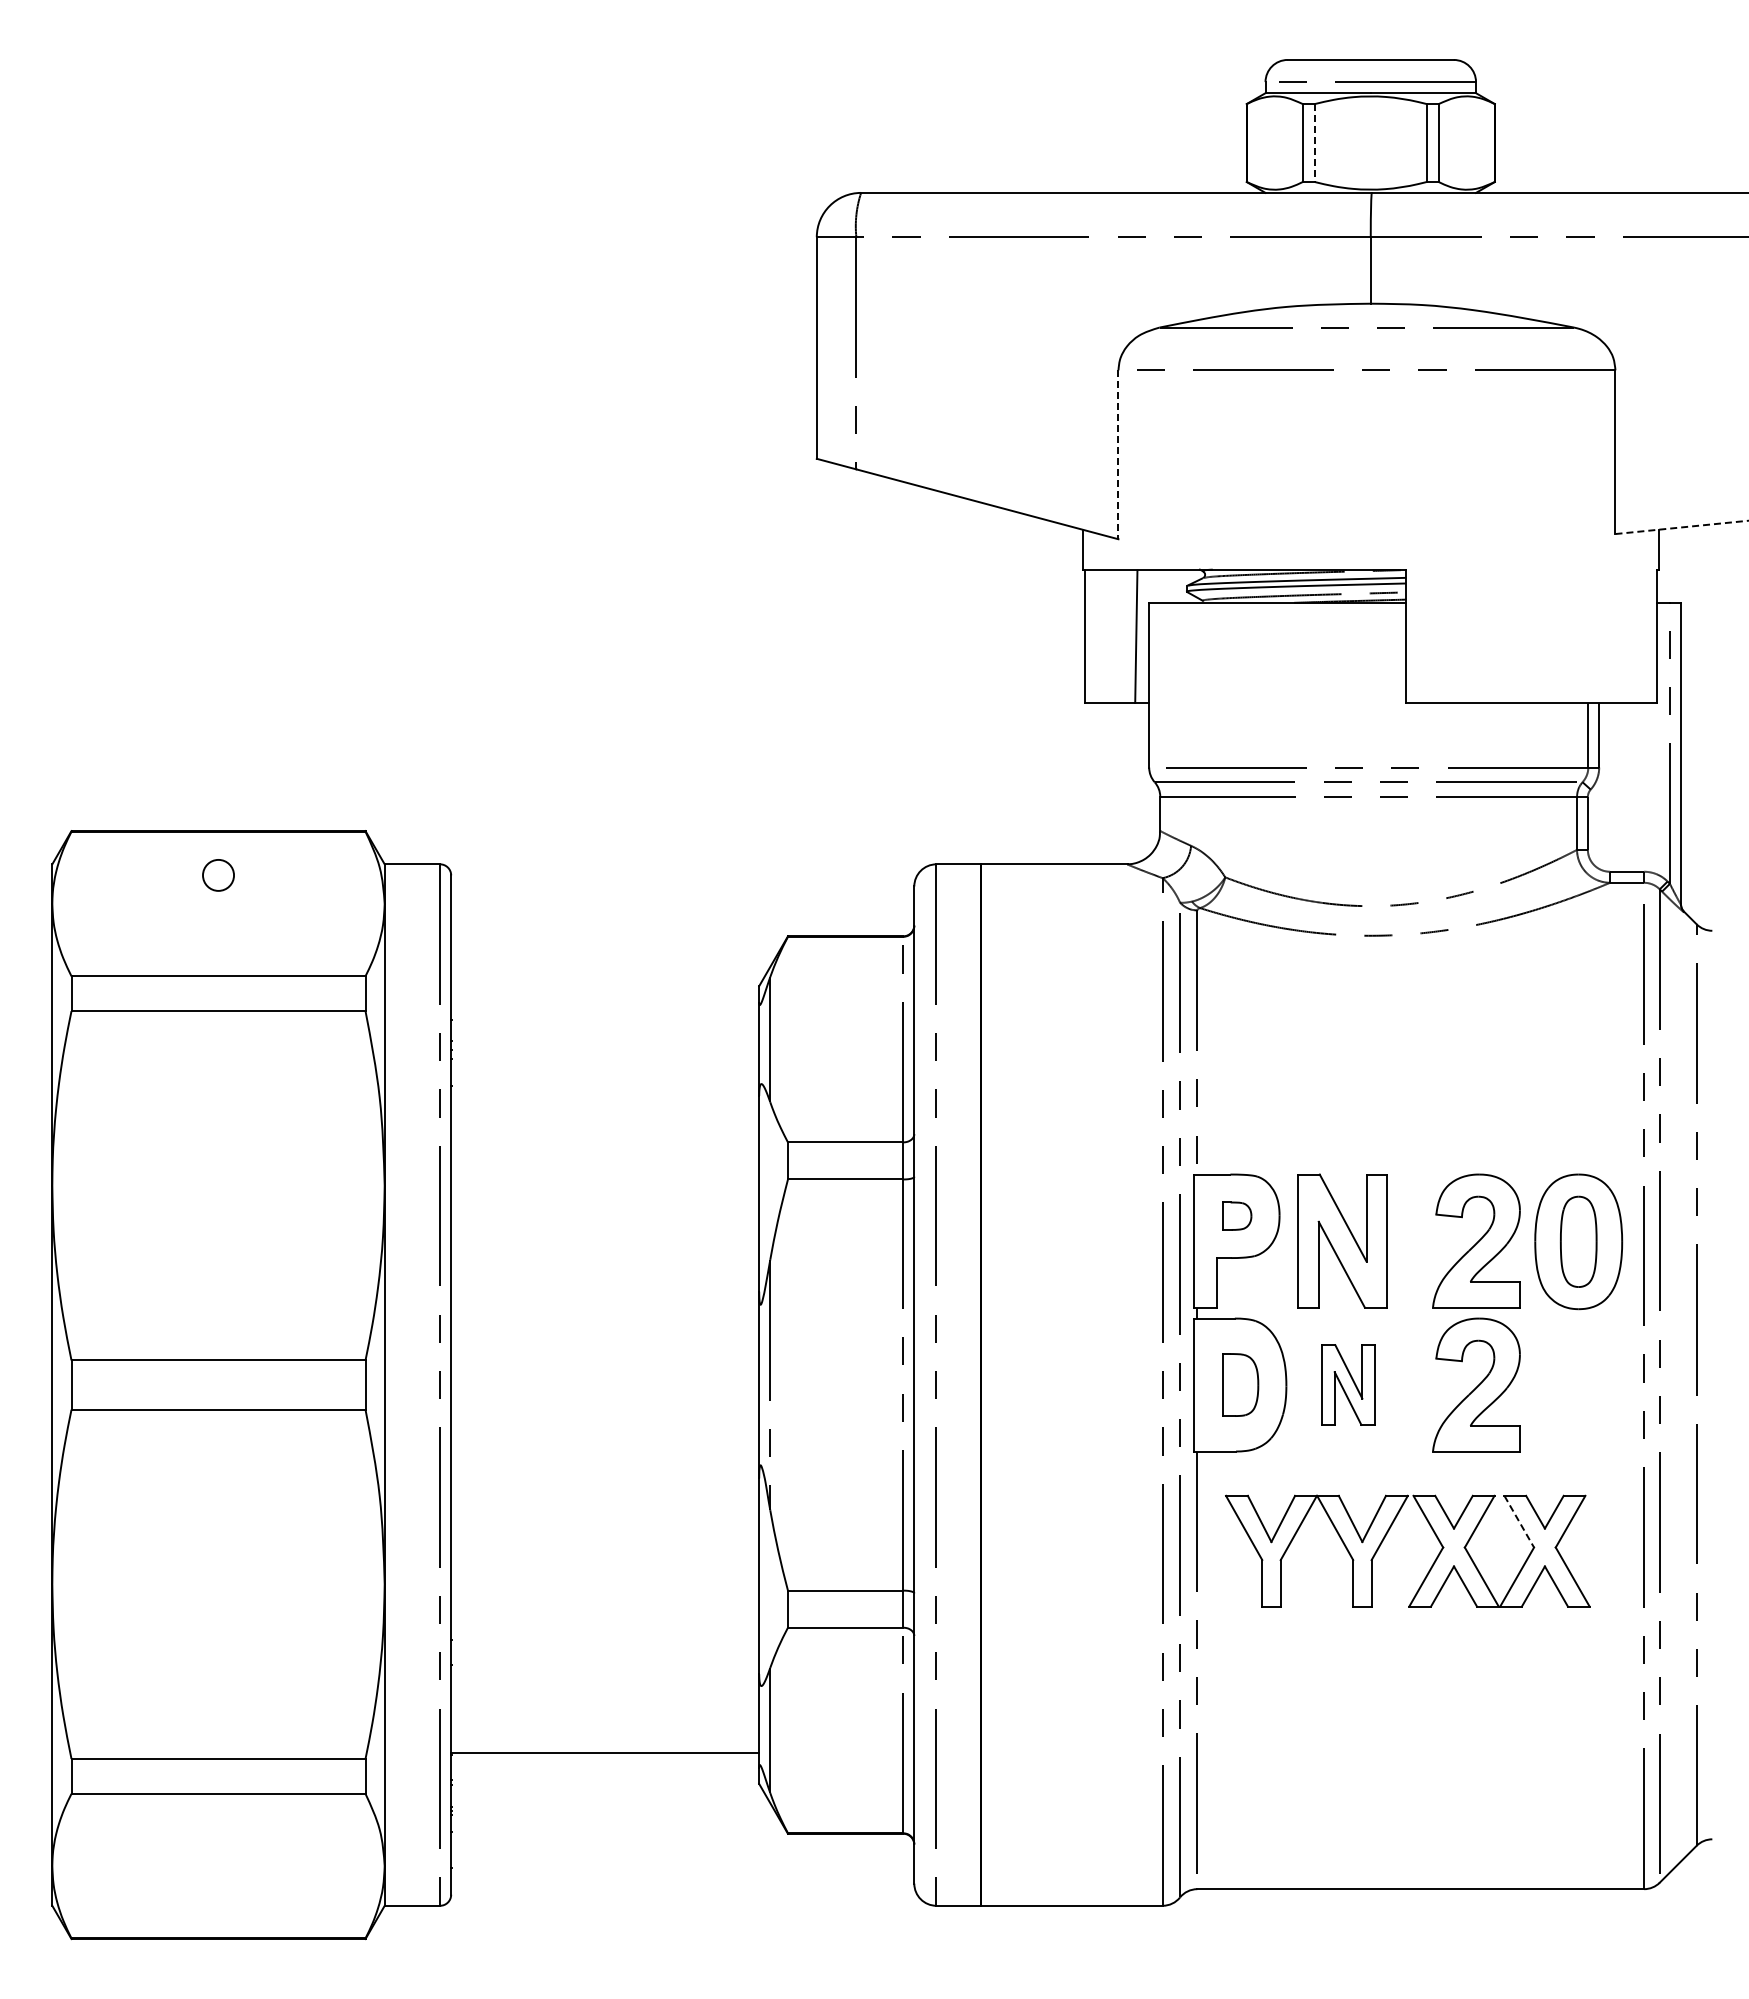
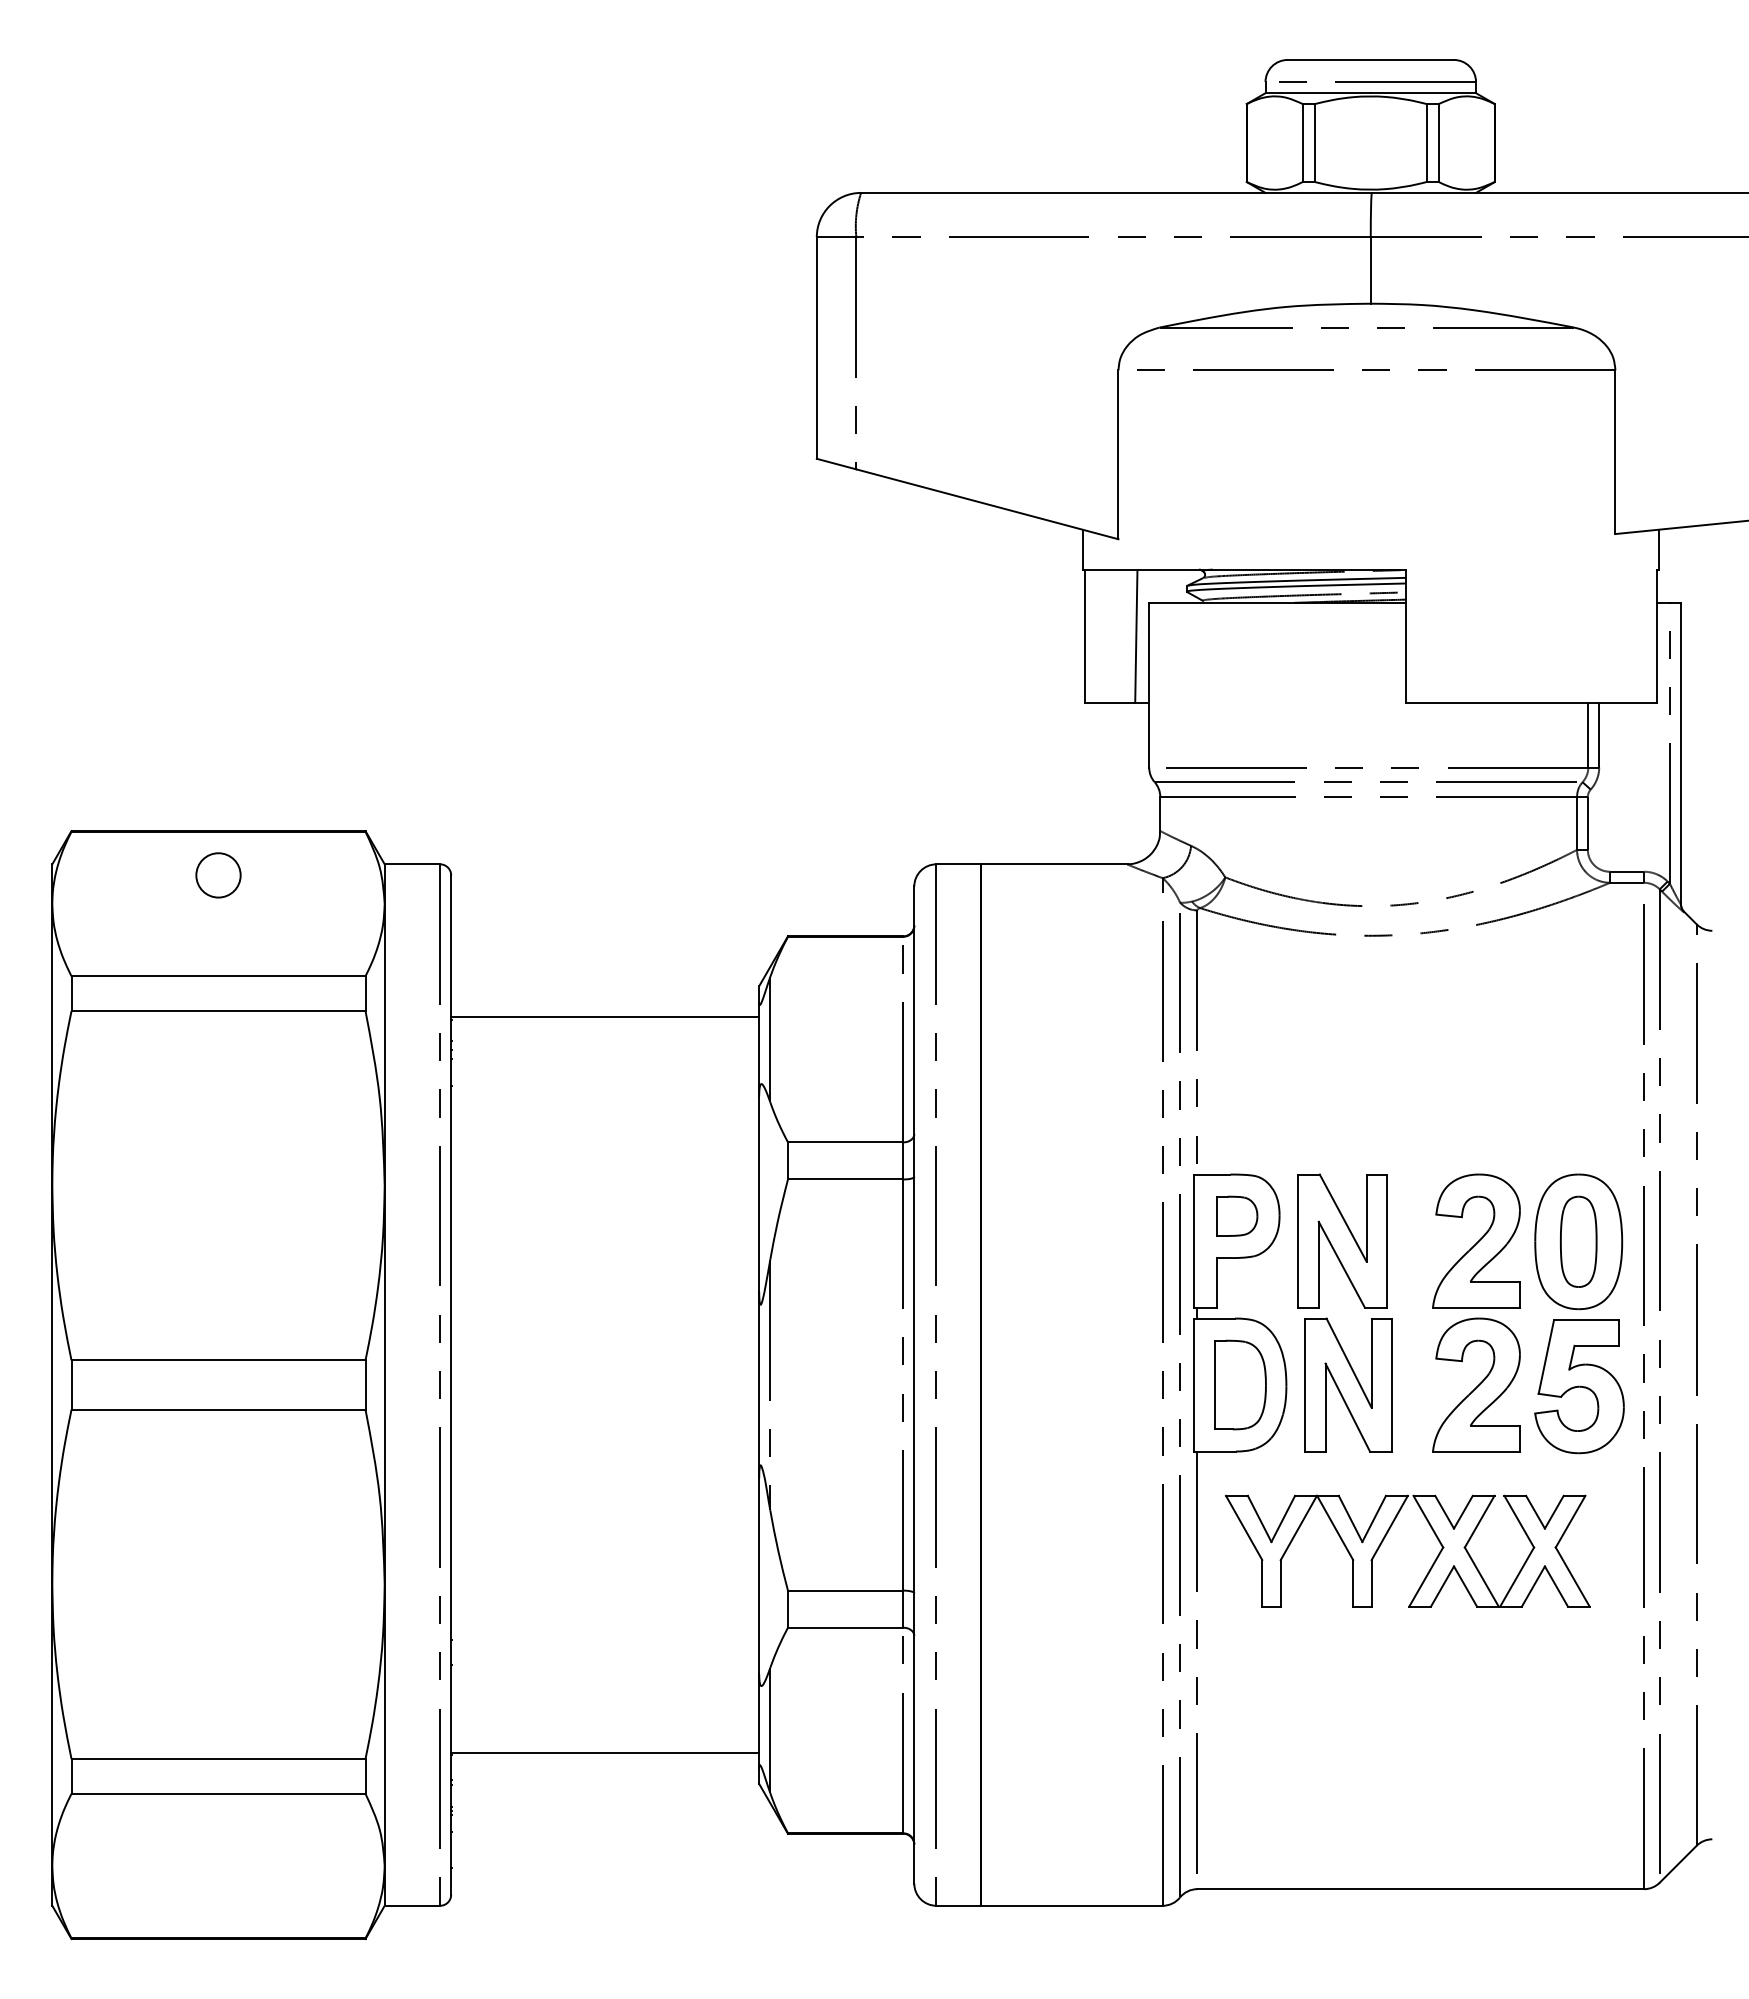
line at (1314, 143): dashed -> solid
line at (1118, 455): dashed -> solid
line at (1682, 527): dashed -> solid
circle at (218, 874) diameter: 31 px -> 44 px
line at (605, 1017): none -> present
part at (1237, 1215) size: 31x30 px -> 43x42 px
part at (1240, 1384) size: 38x64 px -> 53x92 px
part at (1348, 1384) size: 55x82 px -> 89x136 px
part at (1579, 1386): none -> present
line at (1519, 1521): dashed -> solid
